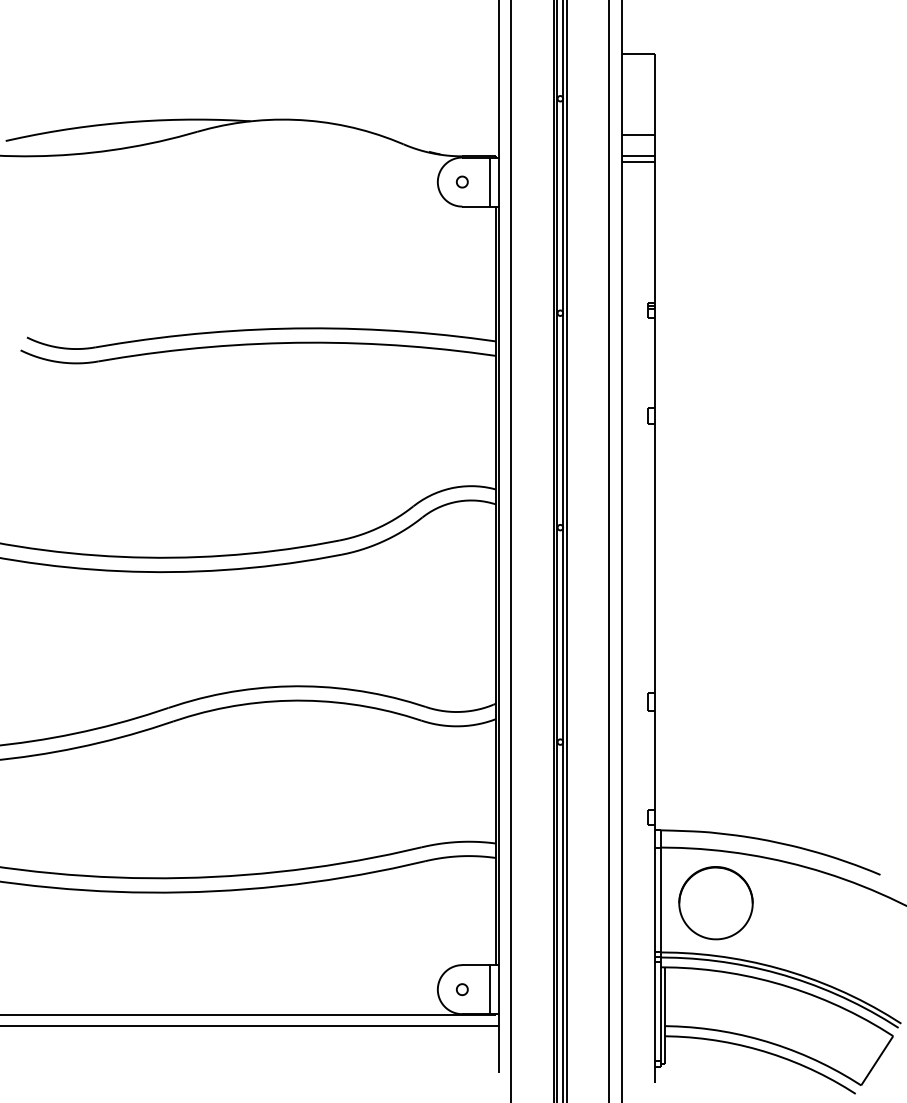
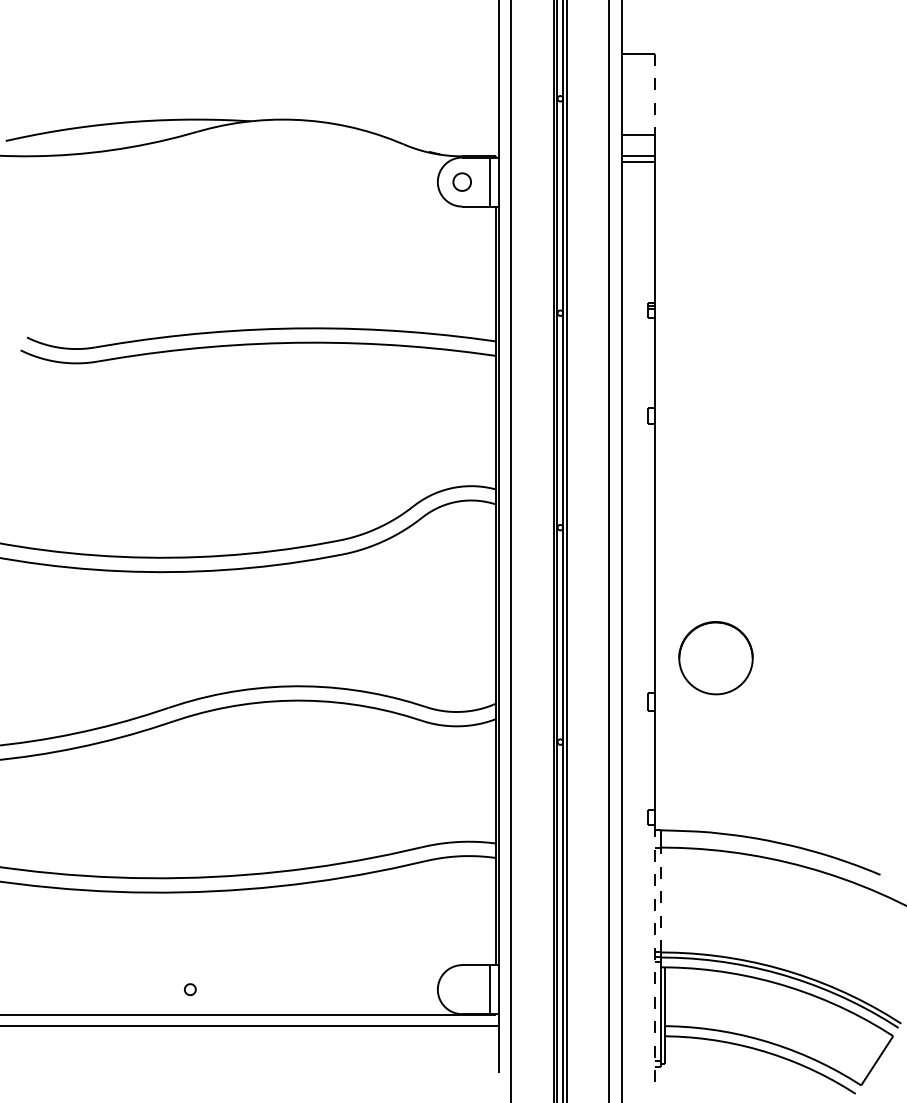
line at (654, 94): solid -> dashed
part at (462, 181) size: 13x14 px -> 20x20 px
line at (660, 899): solid -> dashed
part at (715, 903) position: (715, 903) -> (715, 658)
line at (654, 953): solid -> dashed
part at (461, 989) position: (461, 989) -> (189, 989)
